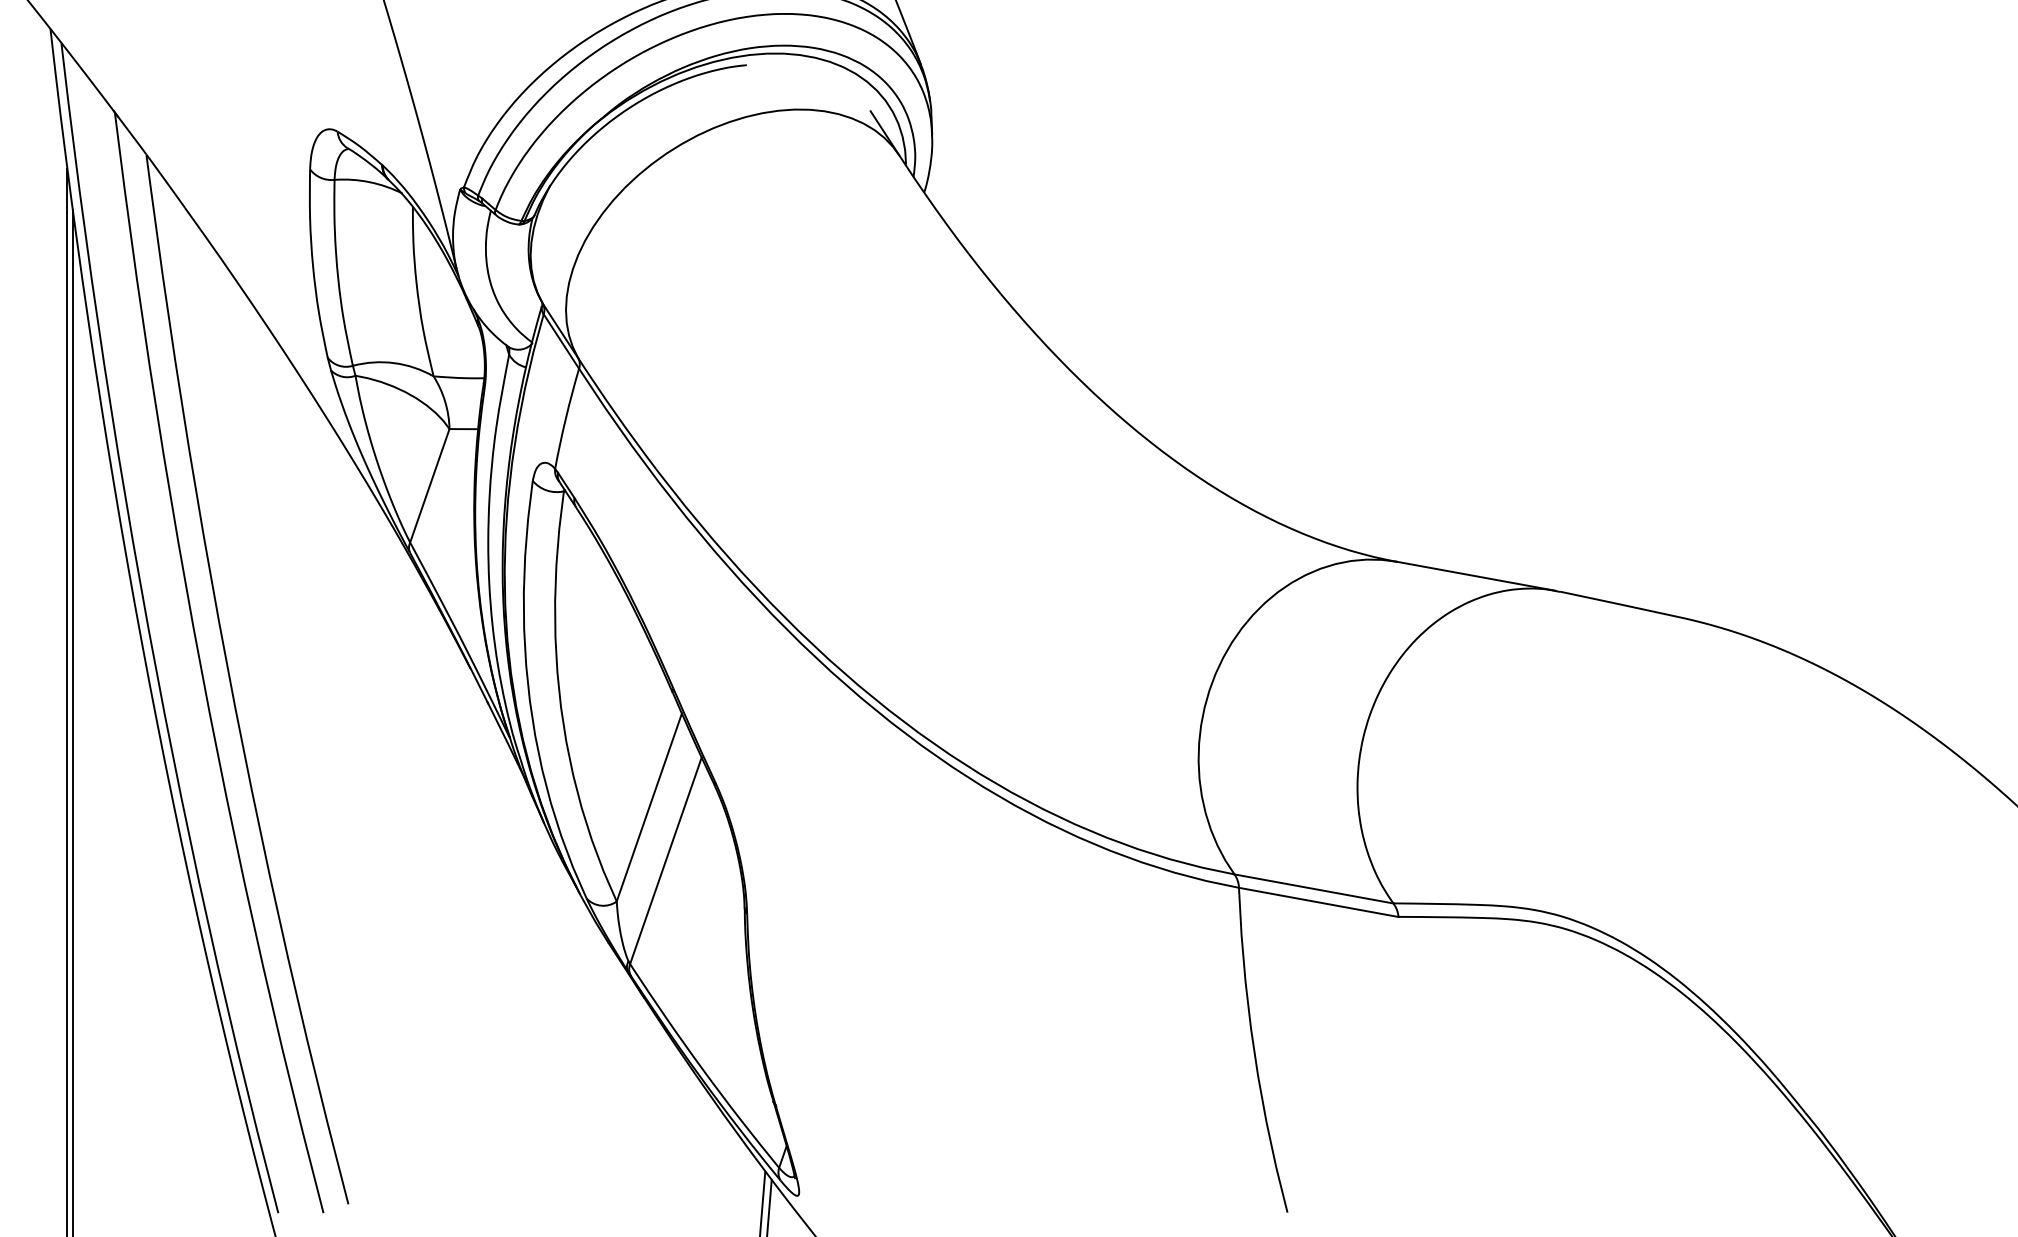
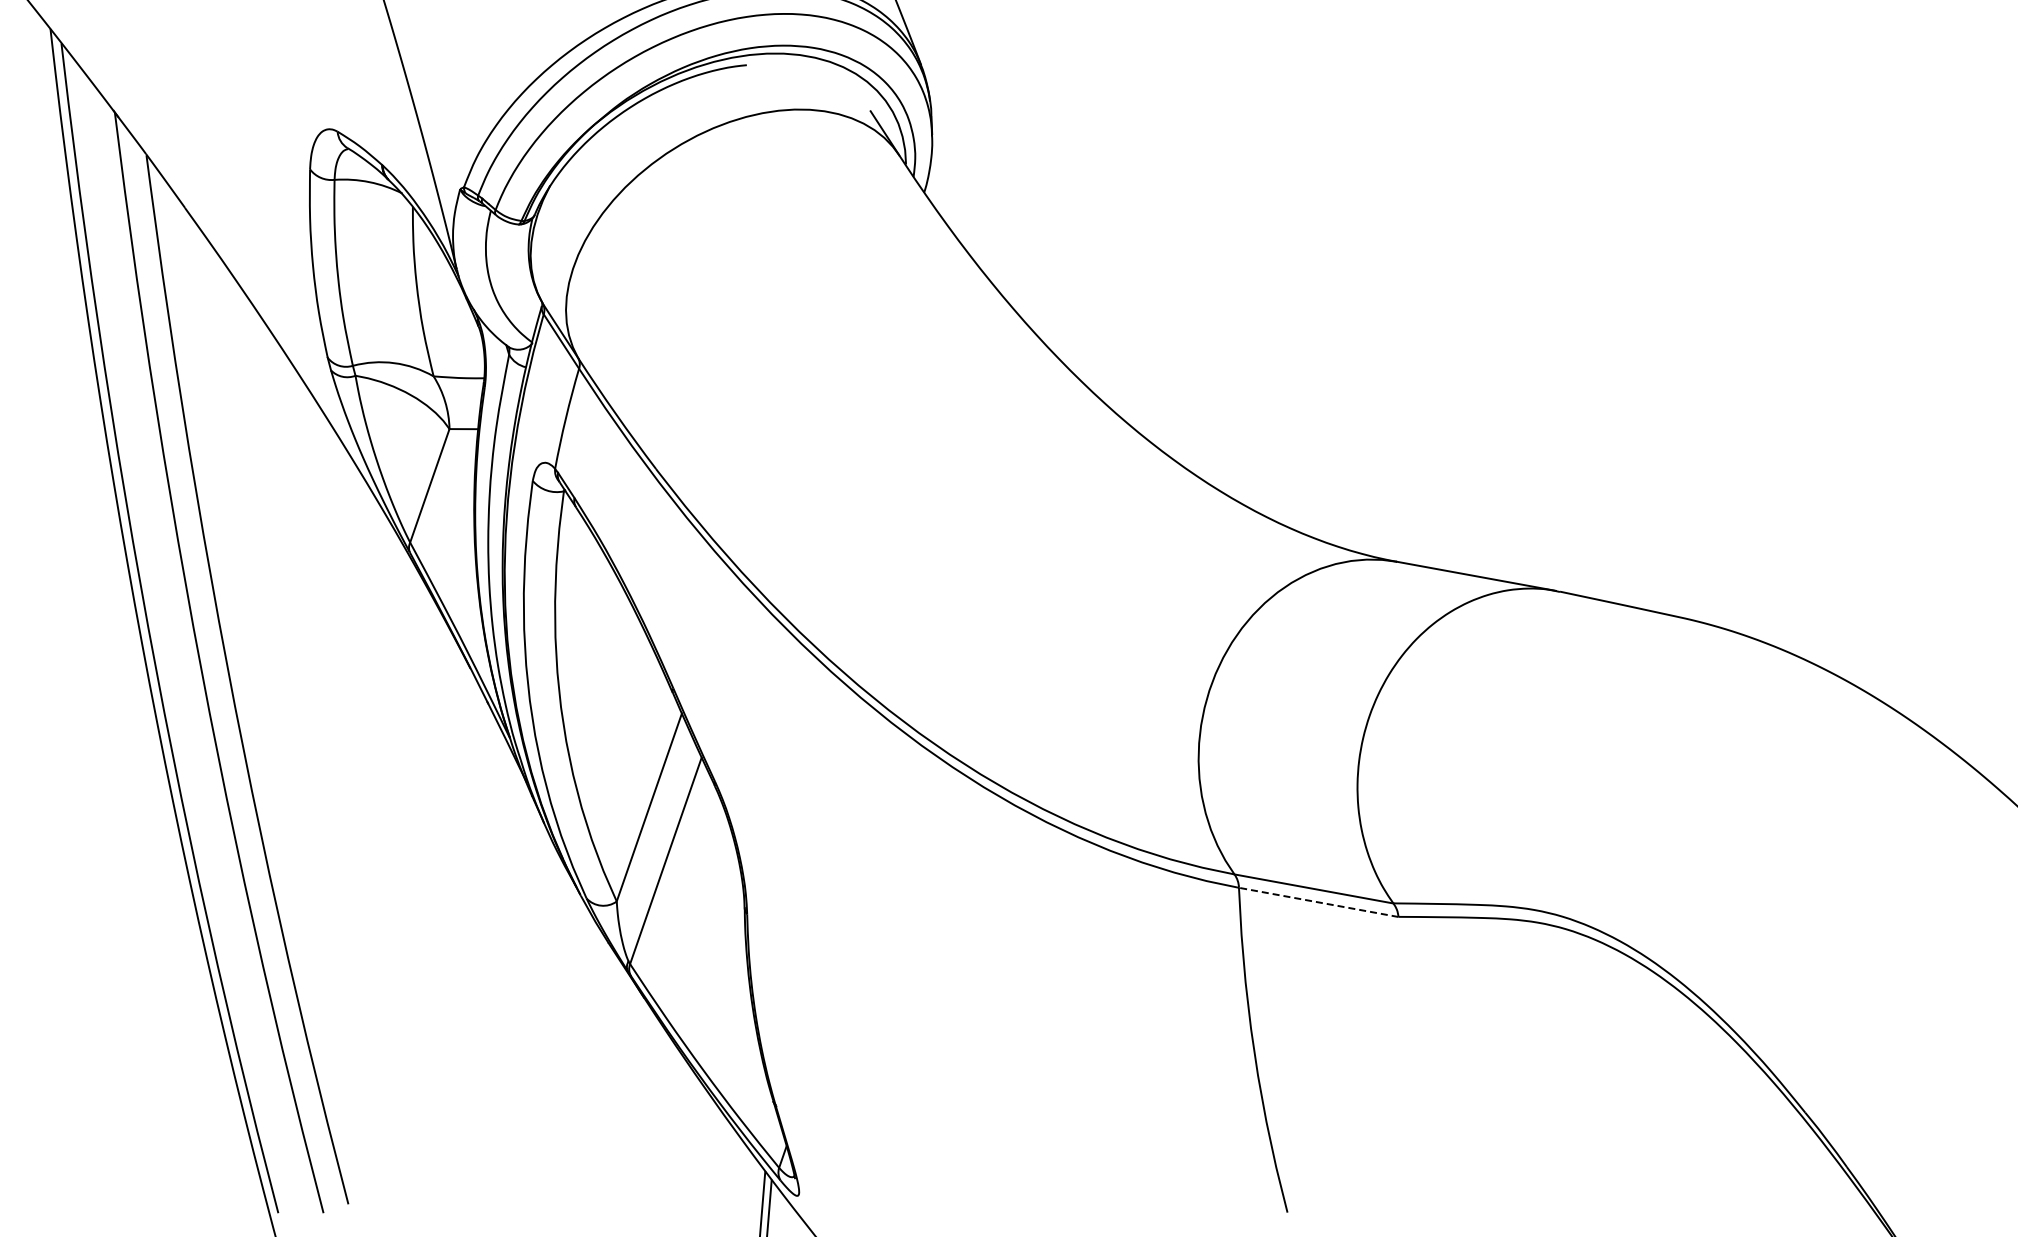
line at (67, 701): present -> none
line at (73, 721): present -> none
line at (1318, 902): solid -> dashed
